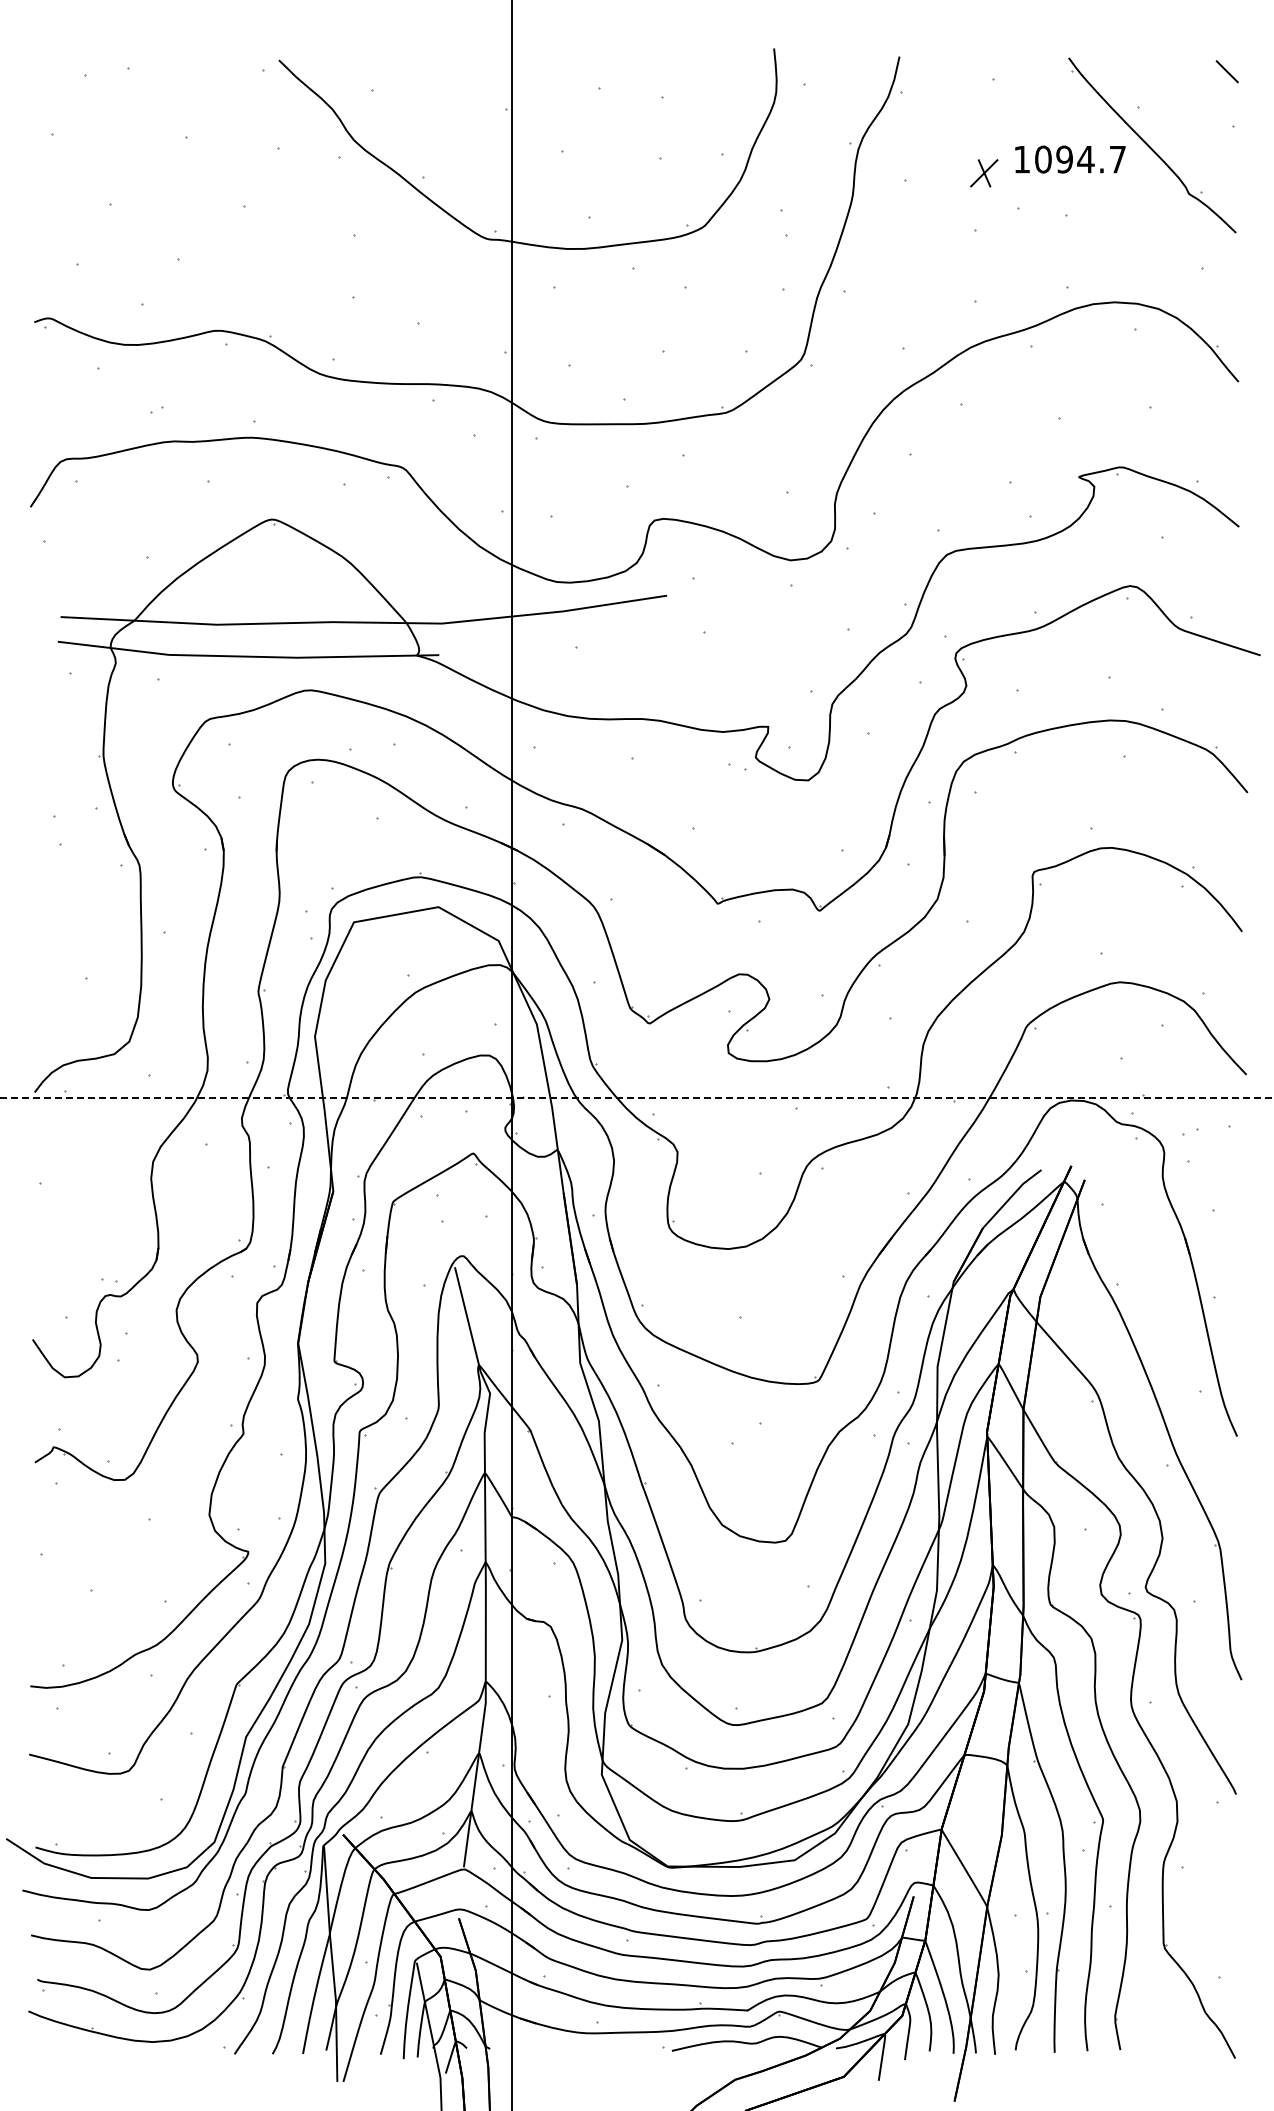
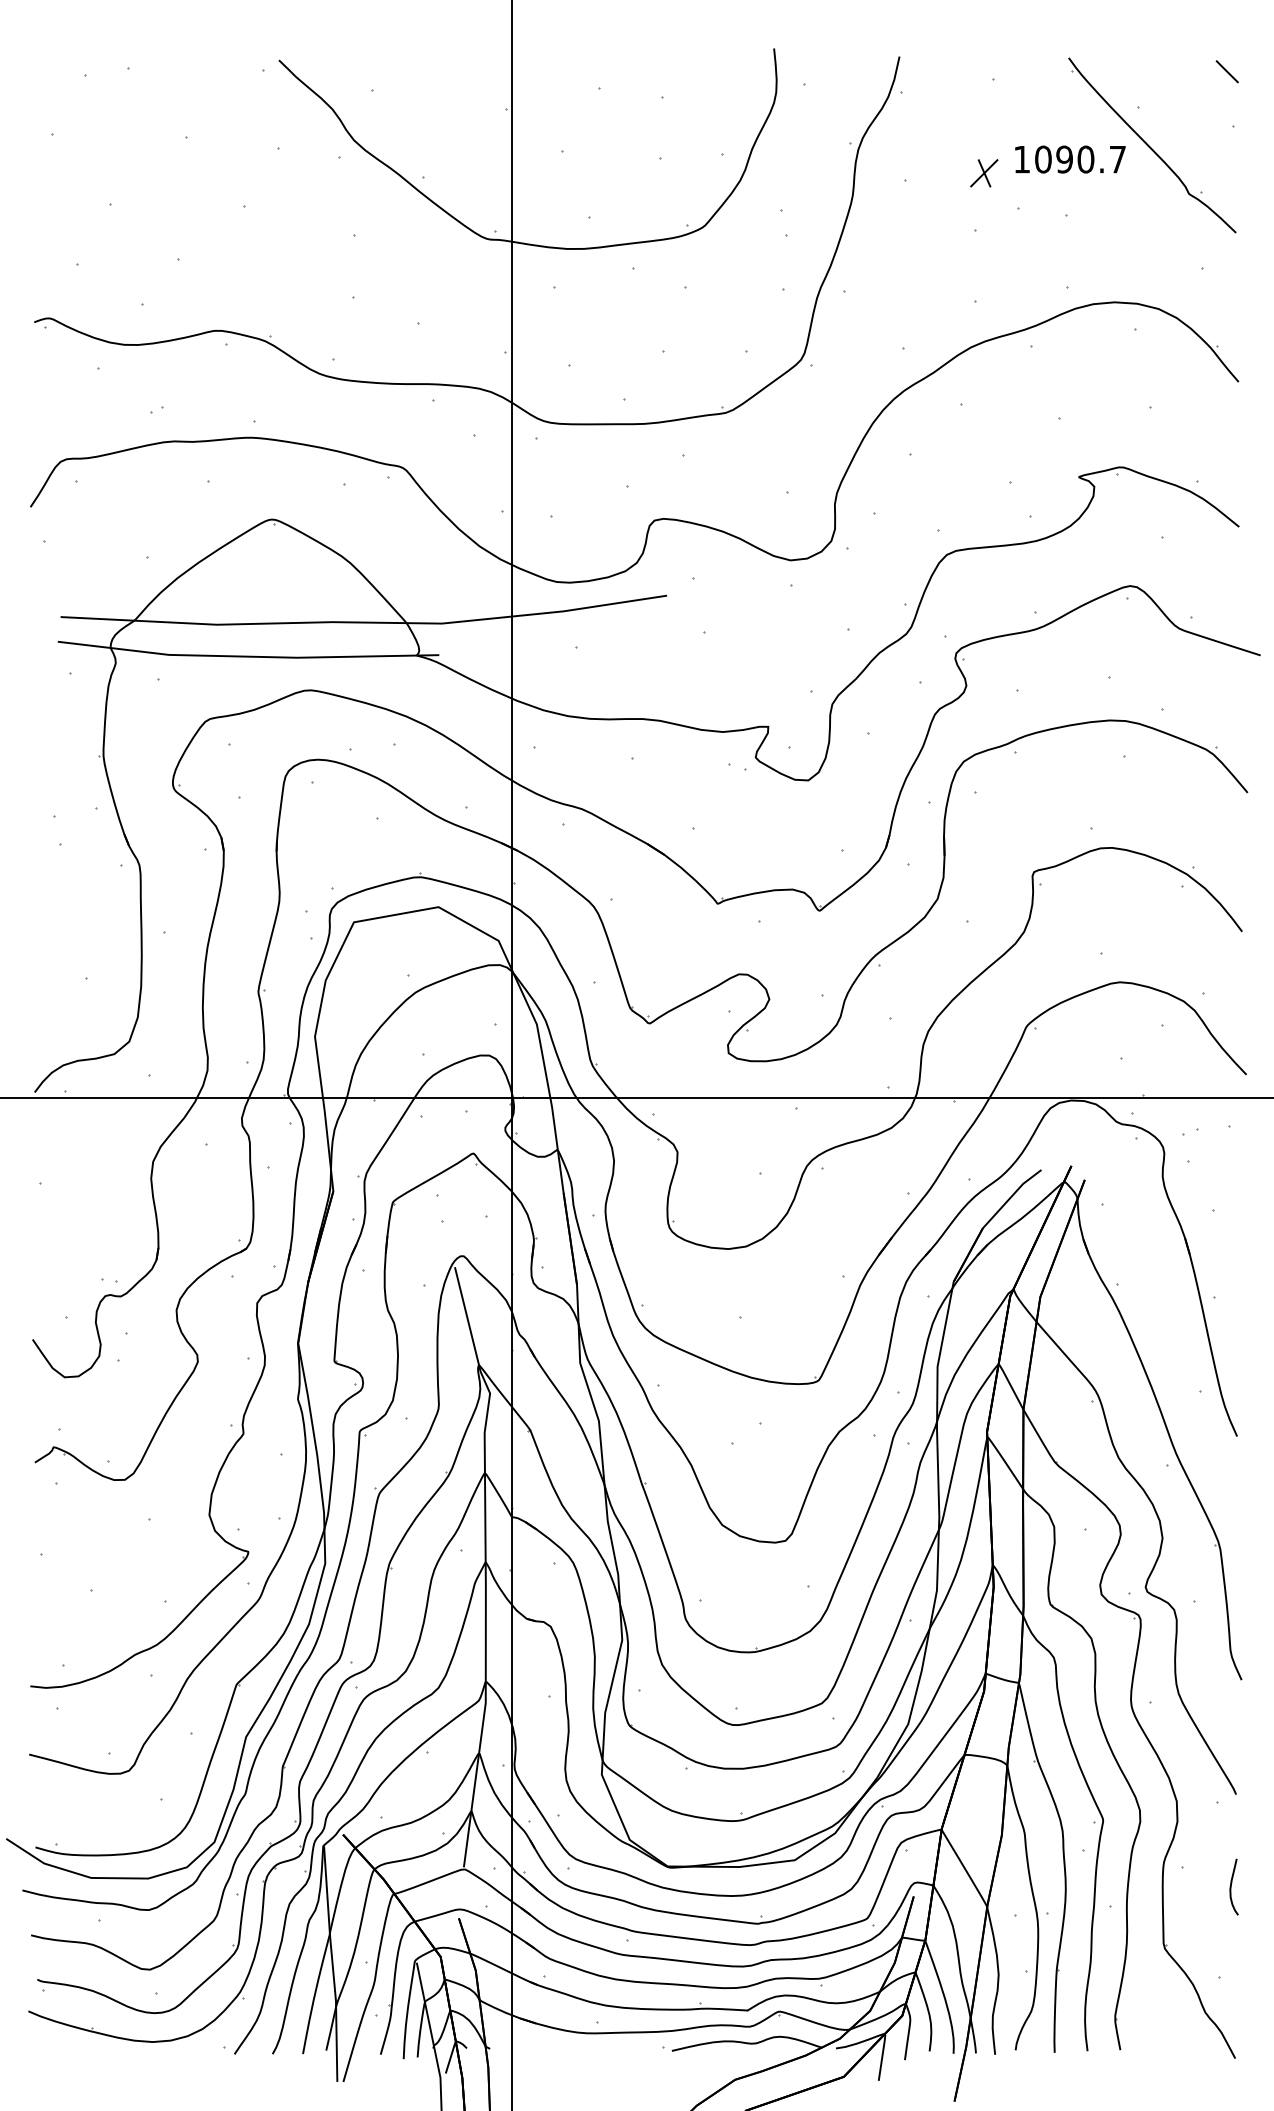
text at (1085, 159): 1094.7 -> 1090.7
line at (636, 1097): dashed -> solid
curve at (1231, 1886): none -> present
